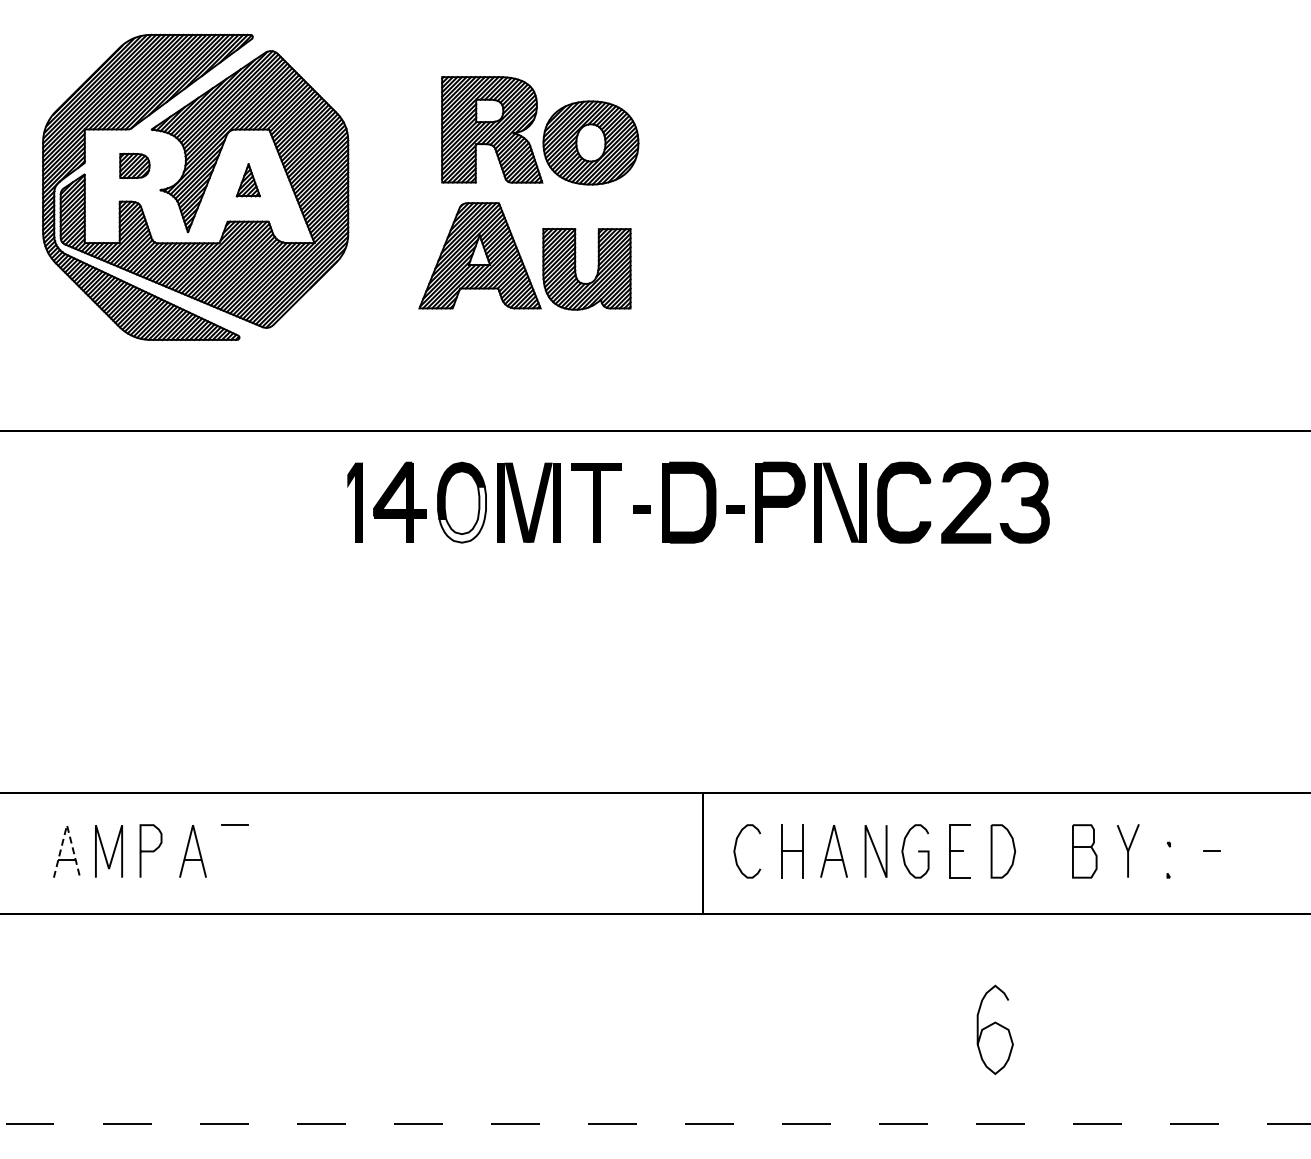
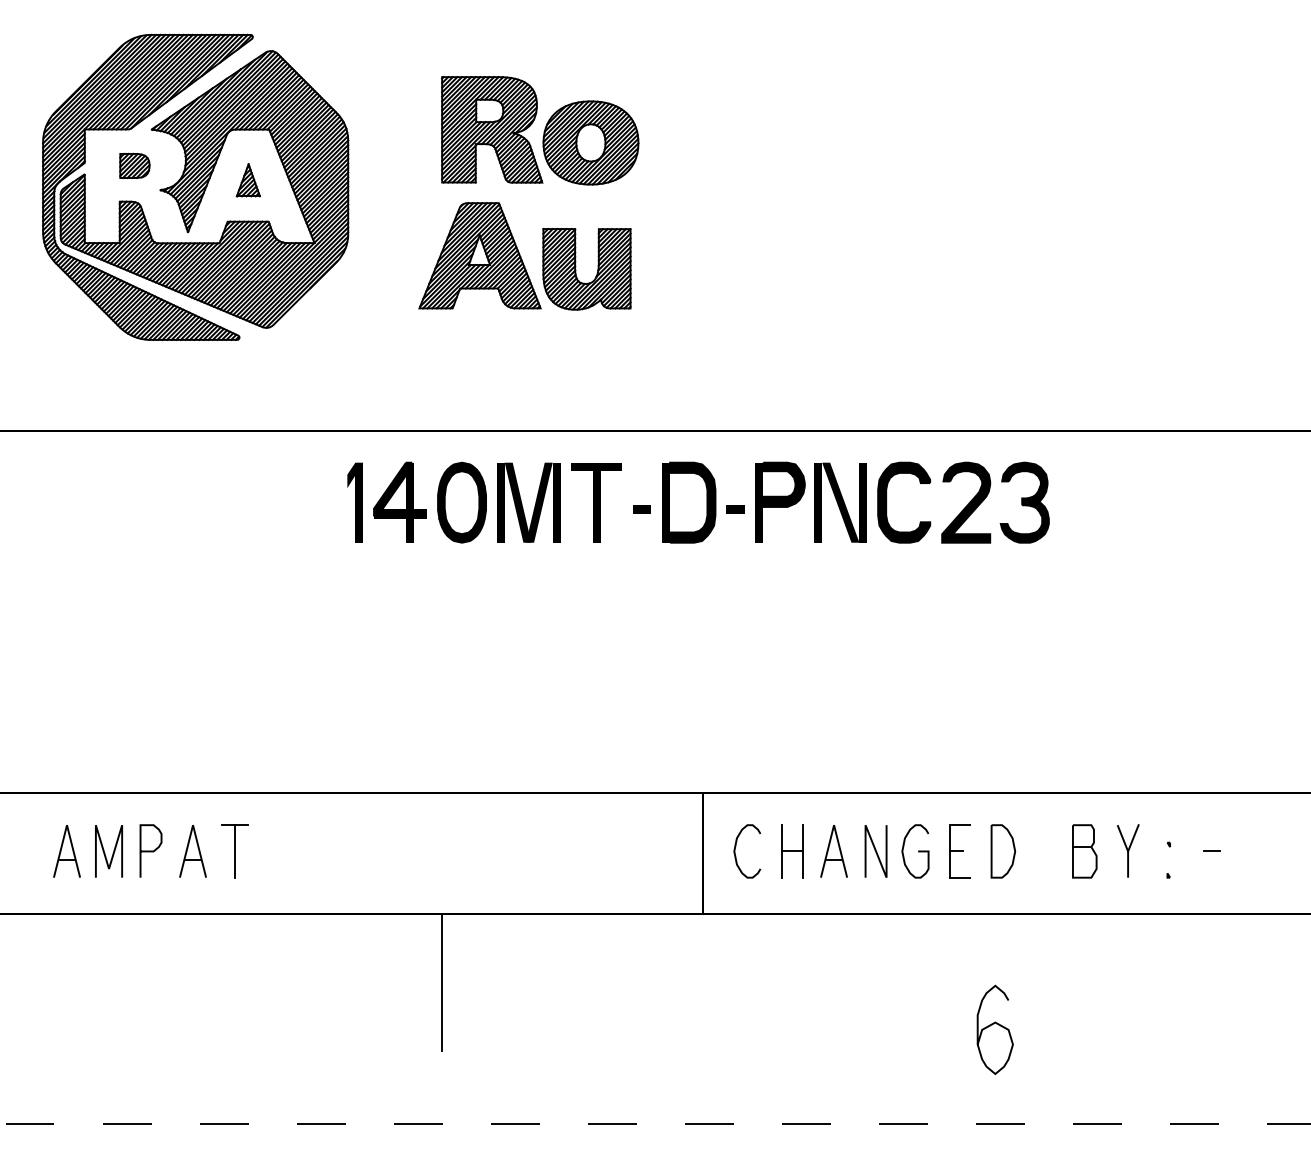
fill at (462, 514): none -> present
line at (67, 825): dashed -> solid
line at (235, 851): none -> present
line at (441, 982): none -> present
